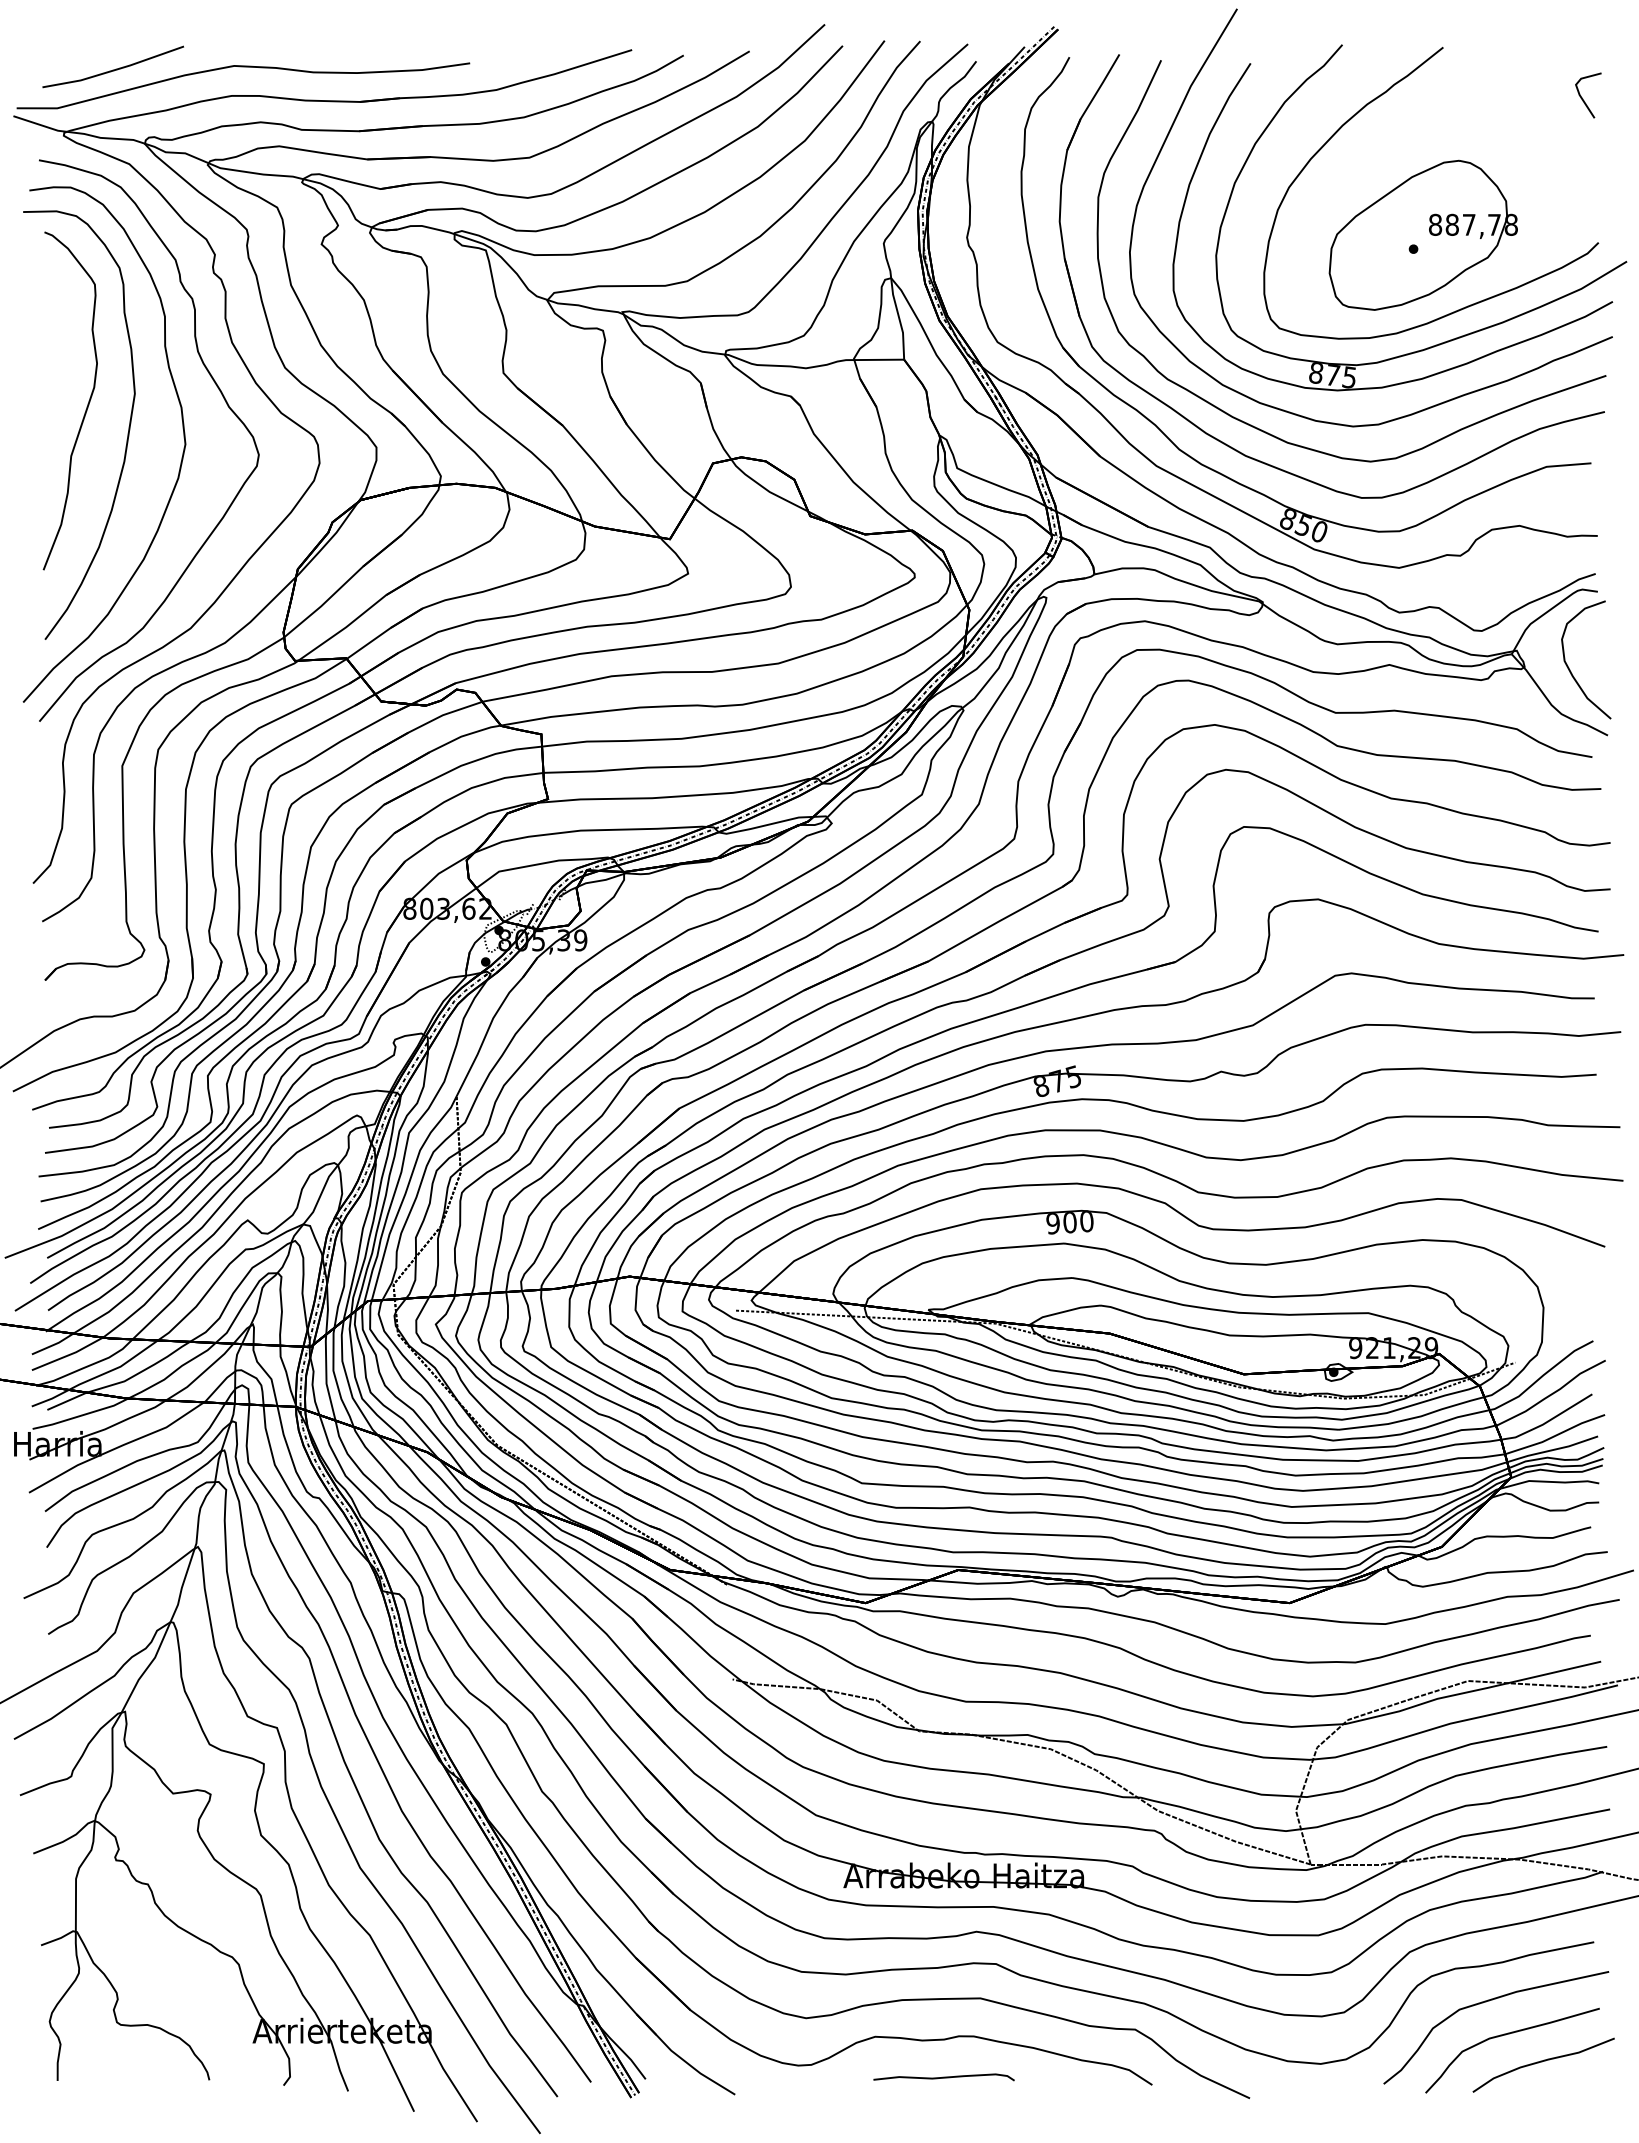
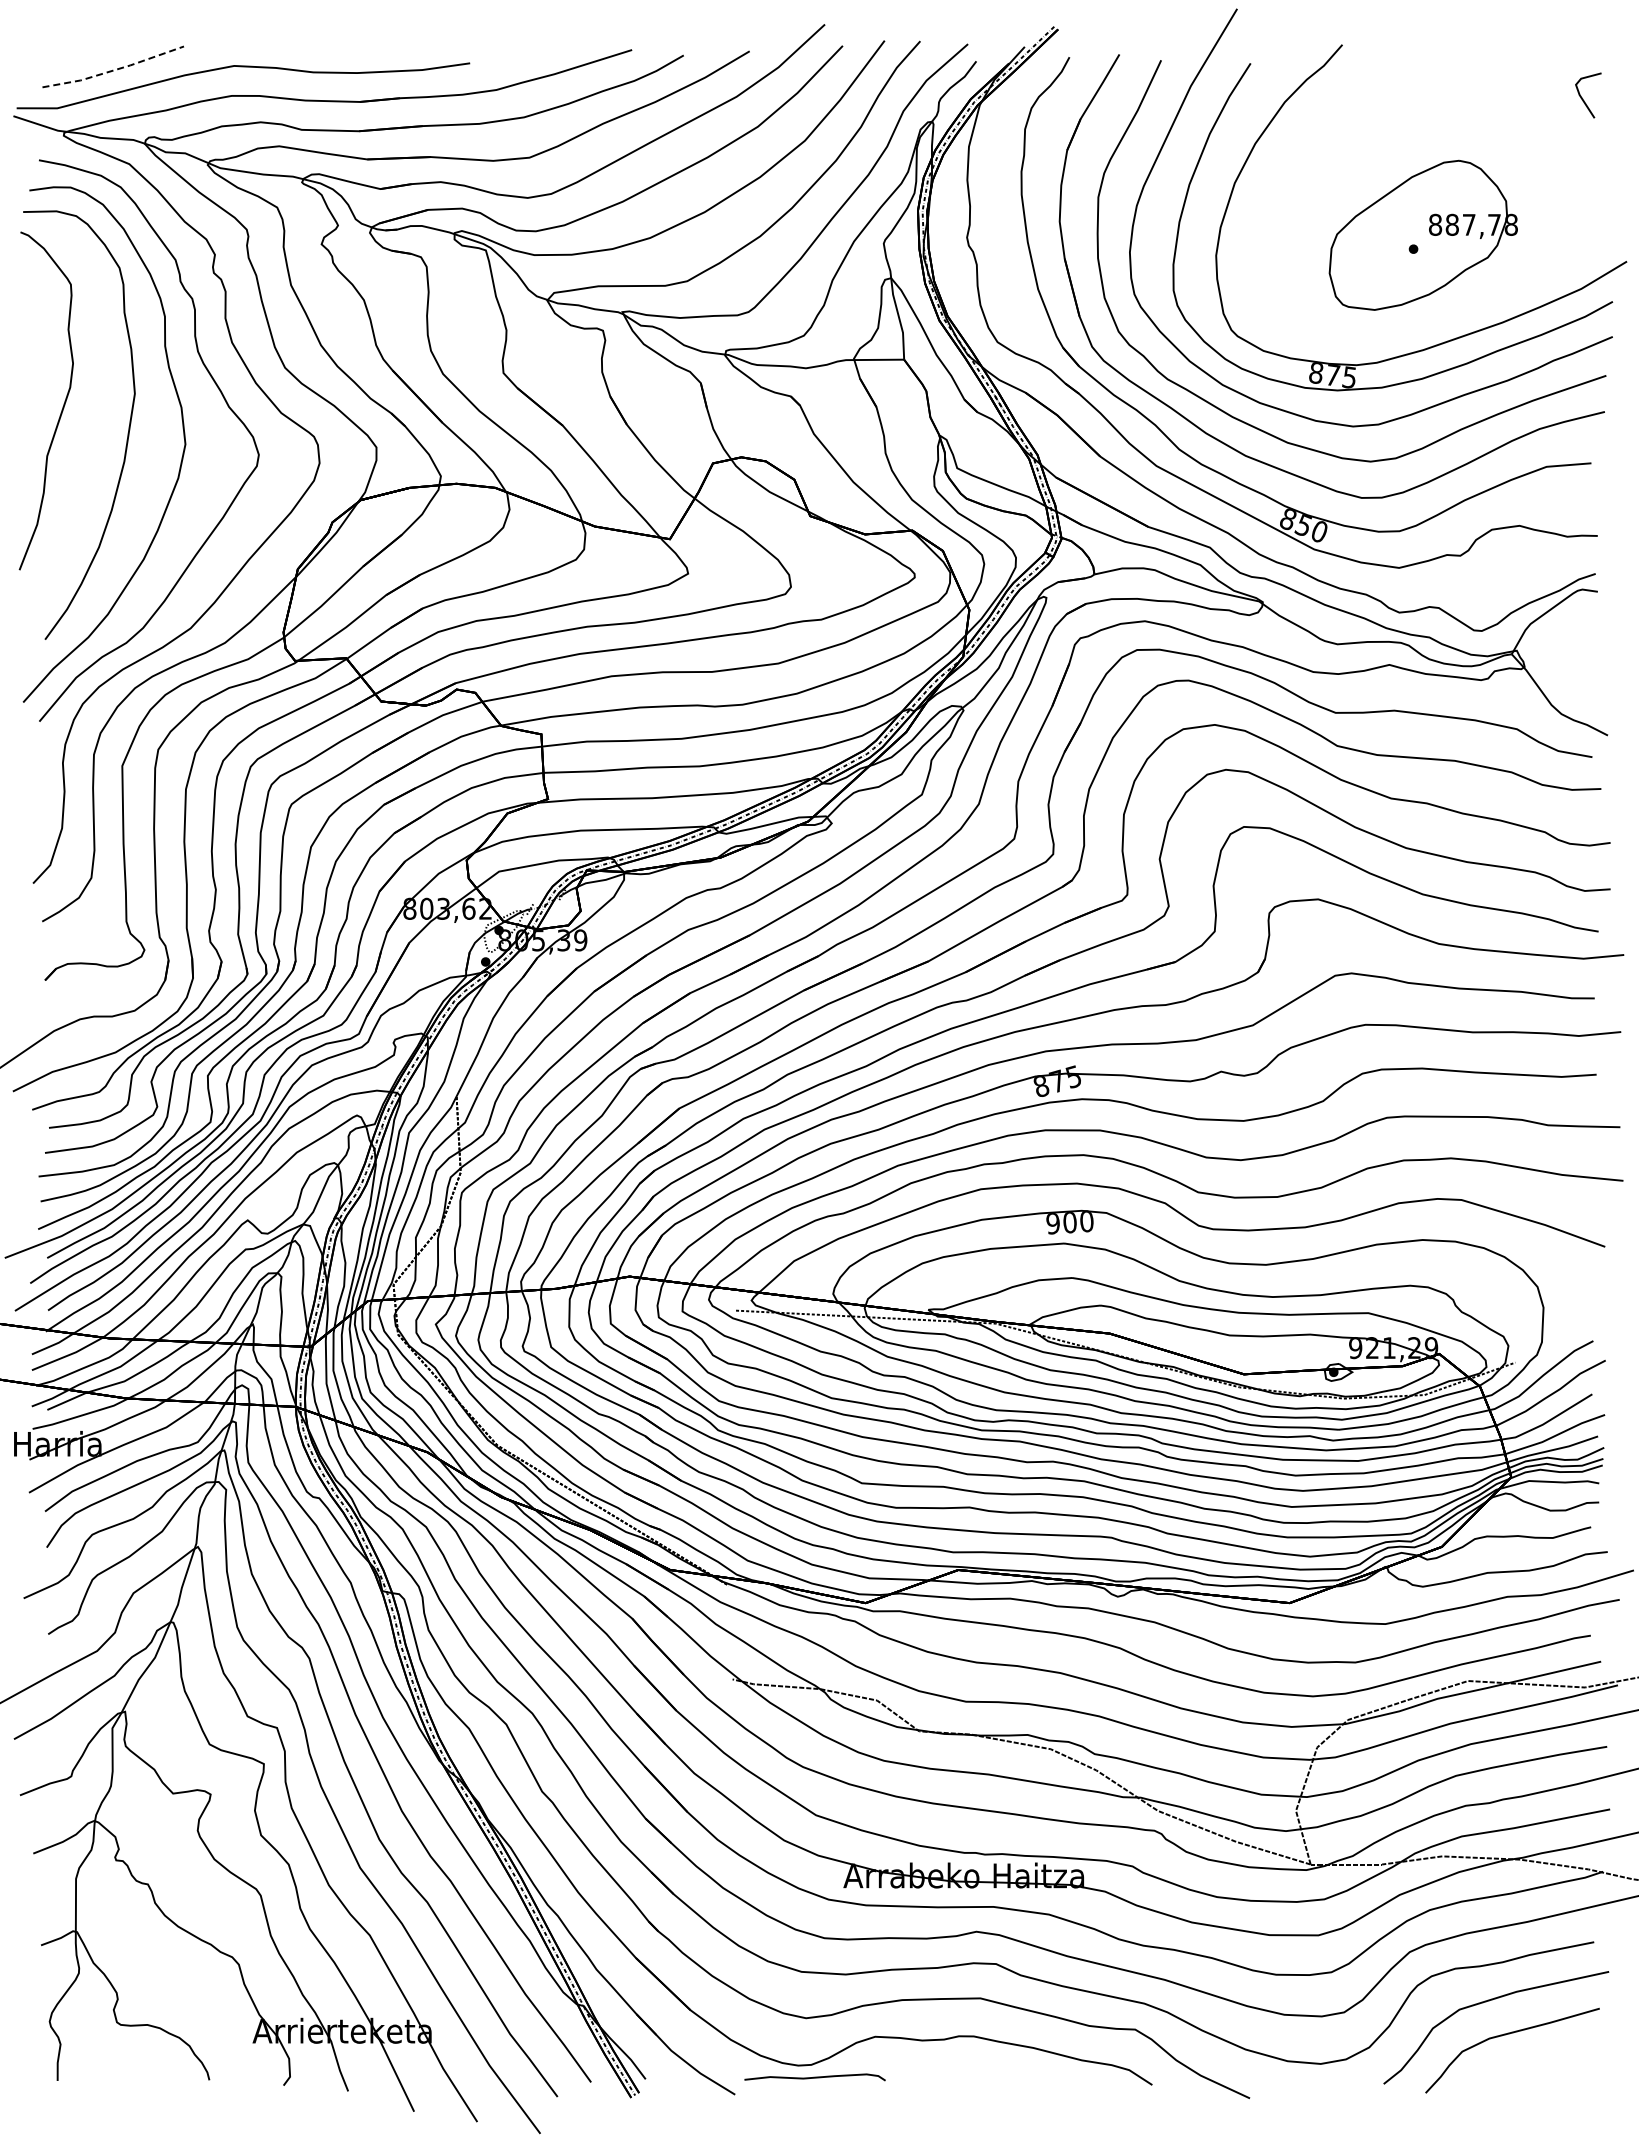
line at (114, 70): solid -> dashed
curve at (1364, 108): present -> none
curve at (86, 406) position: (86, 406) -> (62, 406)
curve at (1569, 667): present -> none
curve at (1542, 2062): present -> none
curve at (943, 2077) position: (943, 2077) -> (814, 2077)
